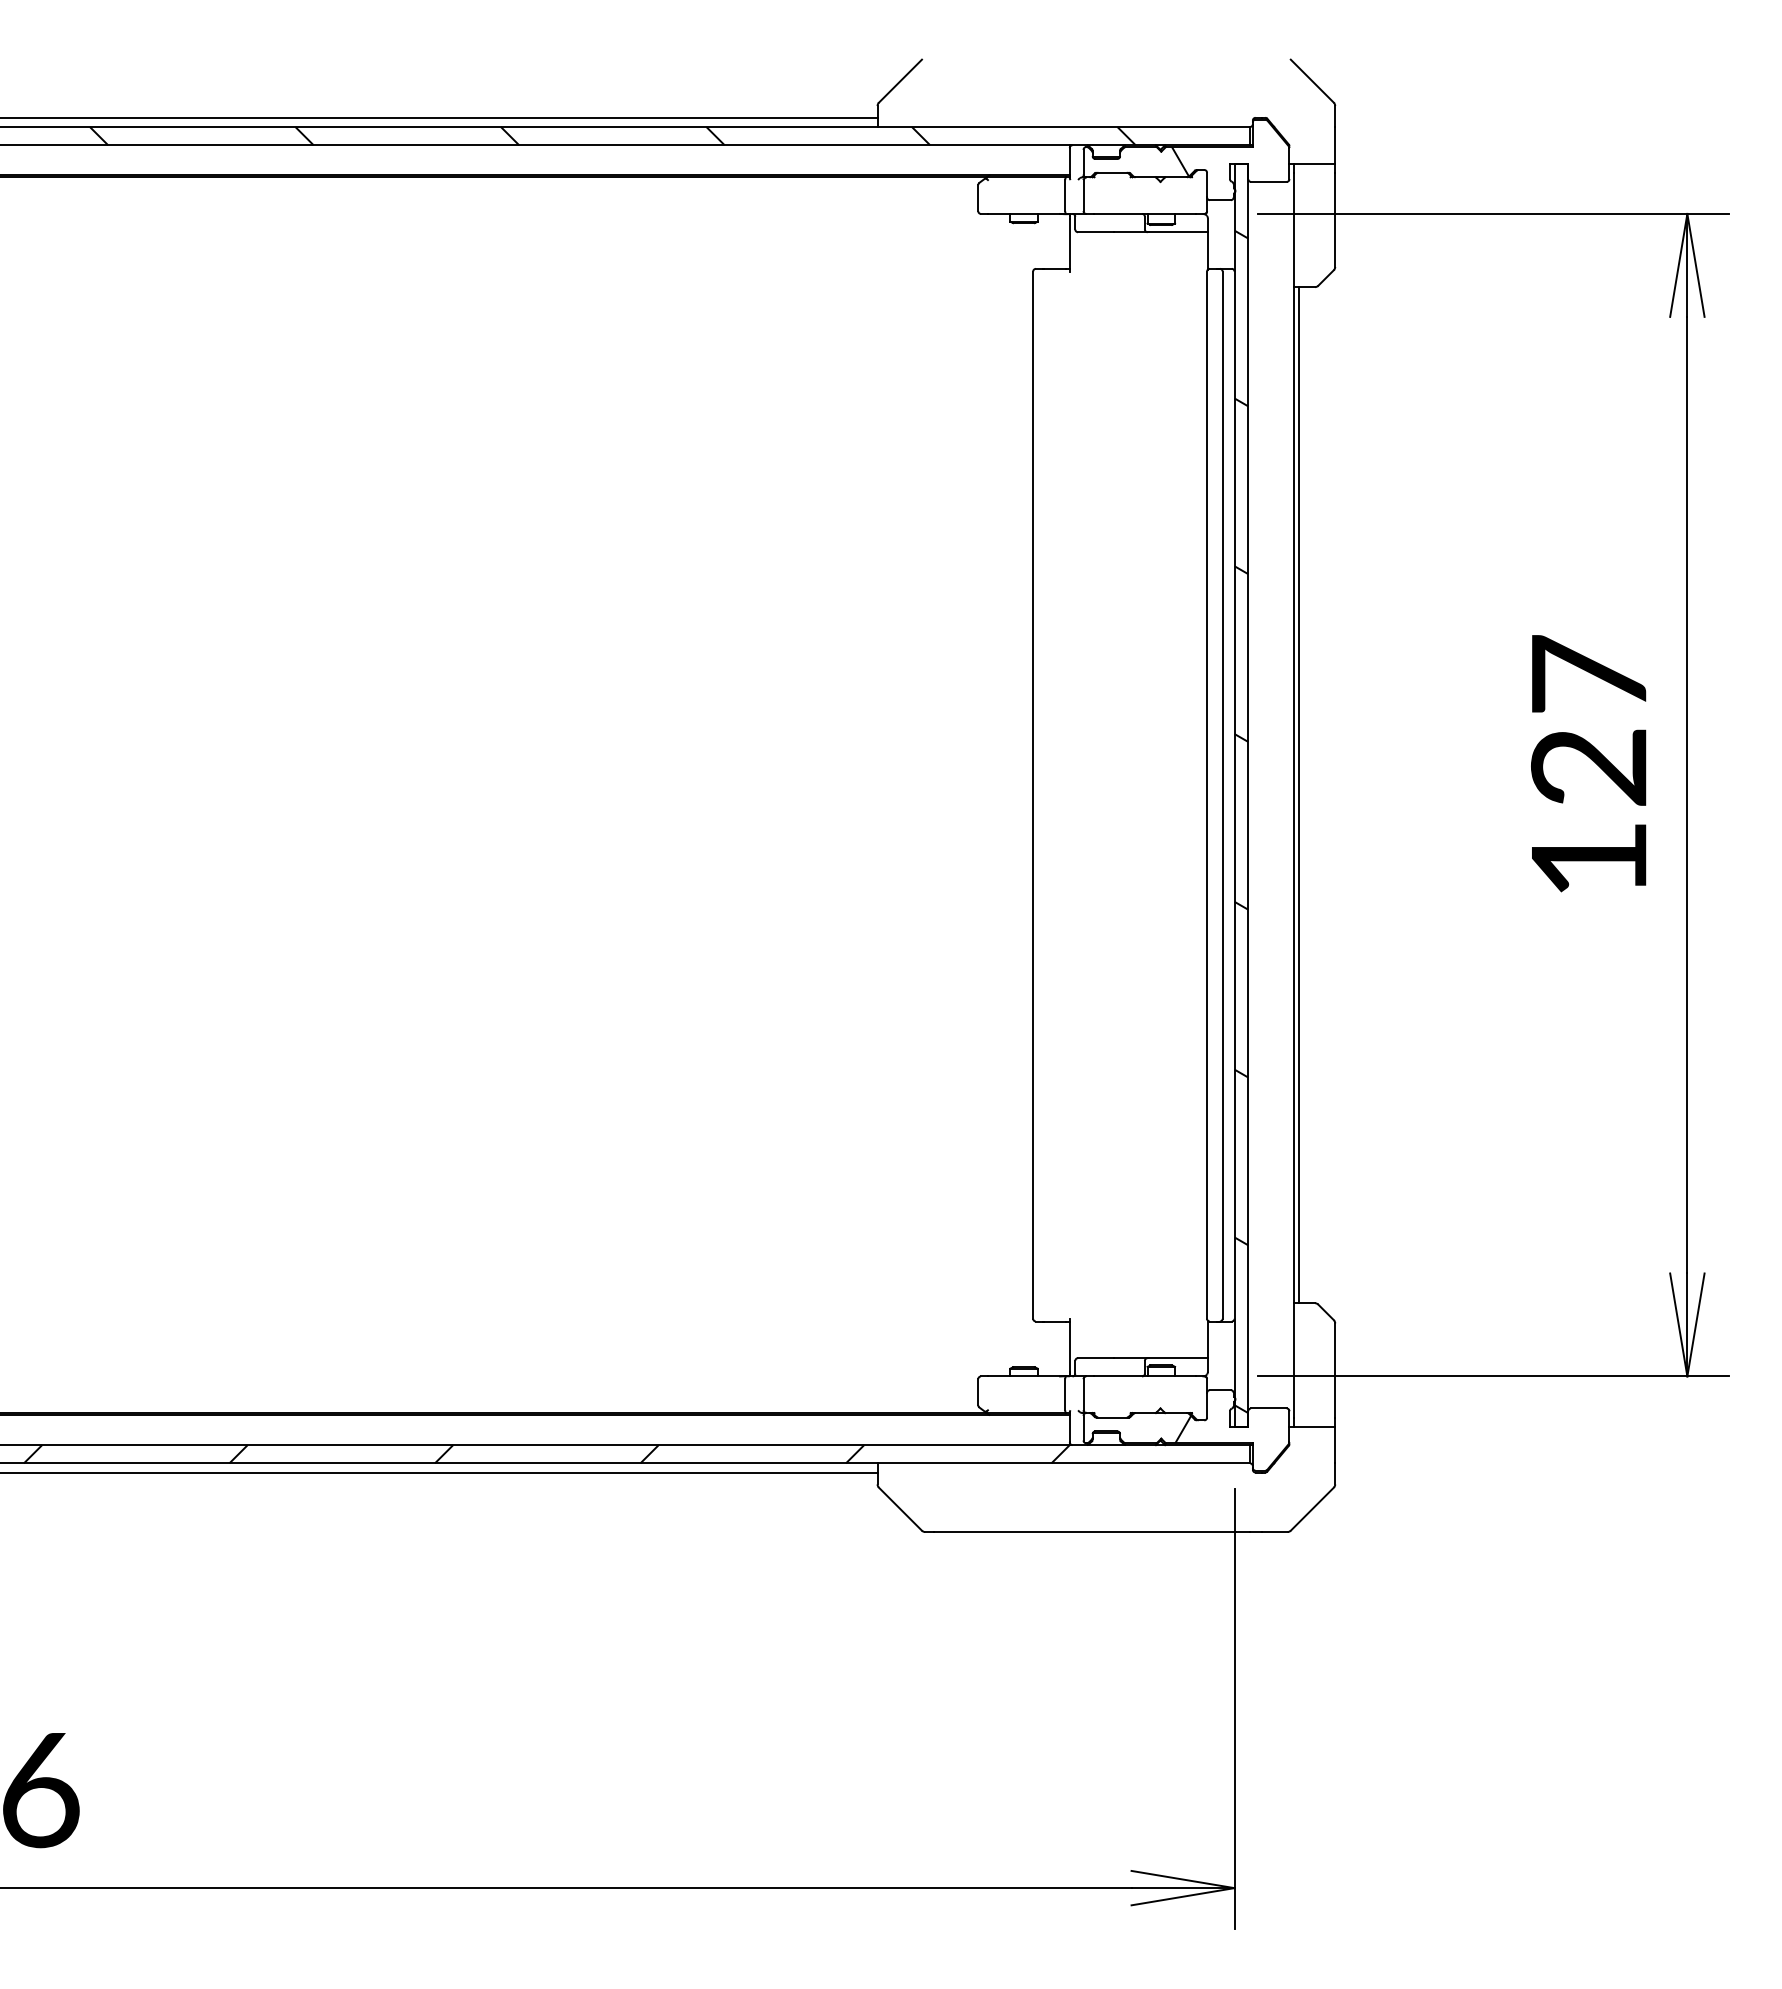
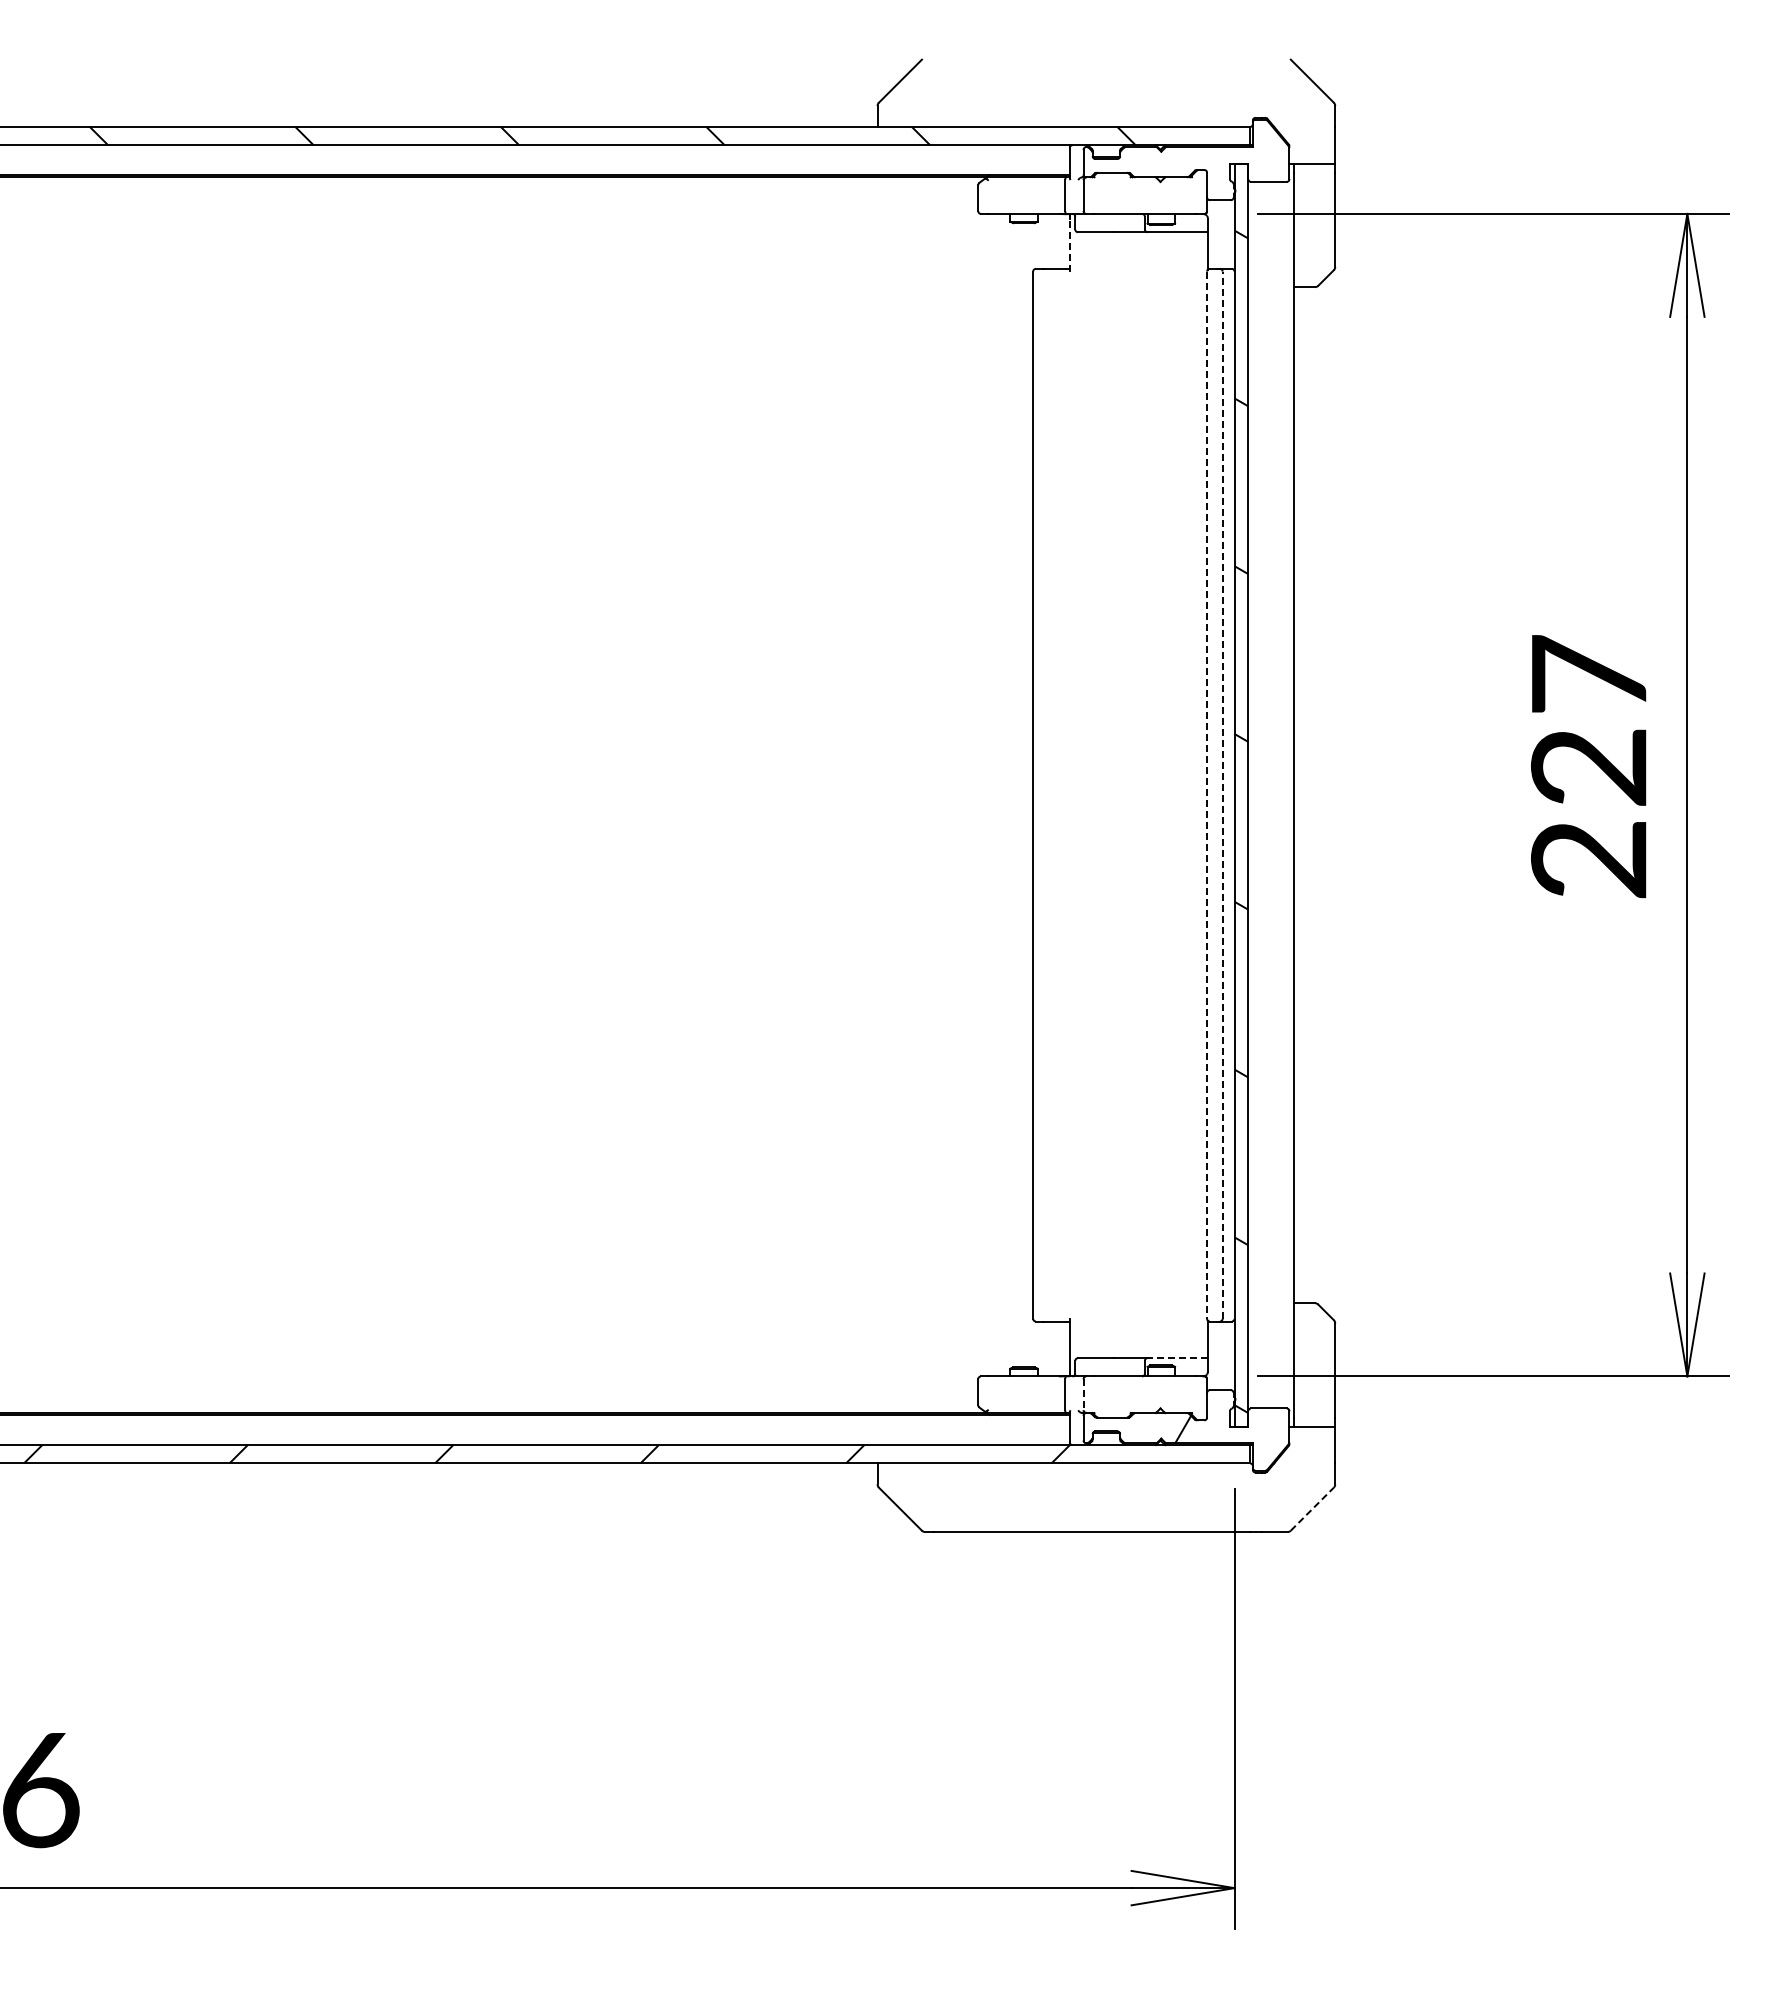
line at (439, 117): present -> none
hatch at (1180, 161): present -> none
line at (1069, 245): solid -> dashed
line at (1207, 795): solid -> dashed
line at (1222, 795): solid -> dashed
line at (1298, 795): present -> none
text at (1588, 860): 127 -> 227
line at (1178, 1358): solid -> dashed
line at (1083, 1394): solid -> dashed
line at (439, 1472): present -> none
line at (1312, 1508): solid -> dashed
